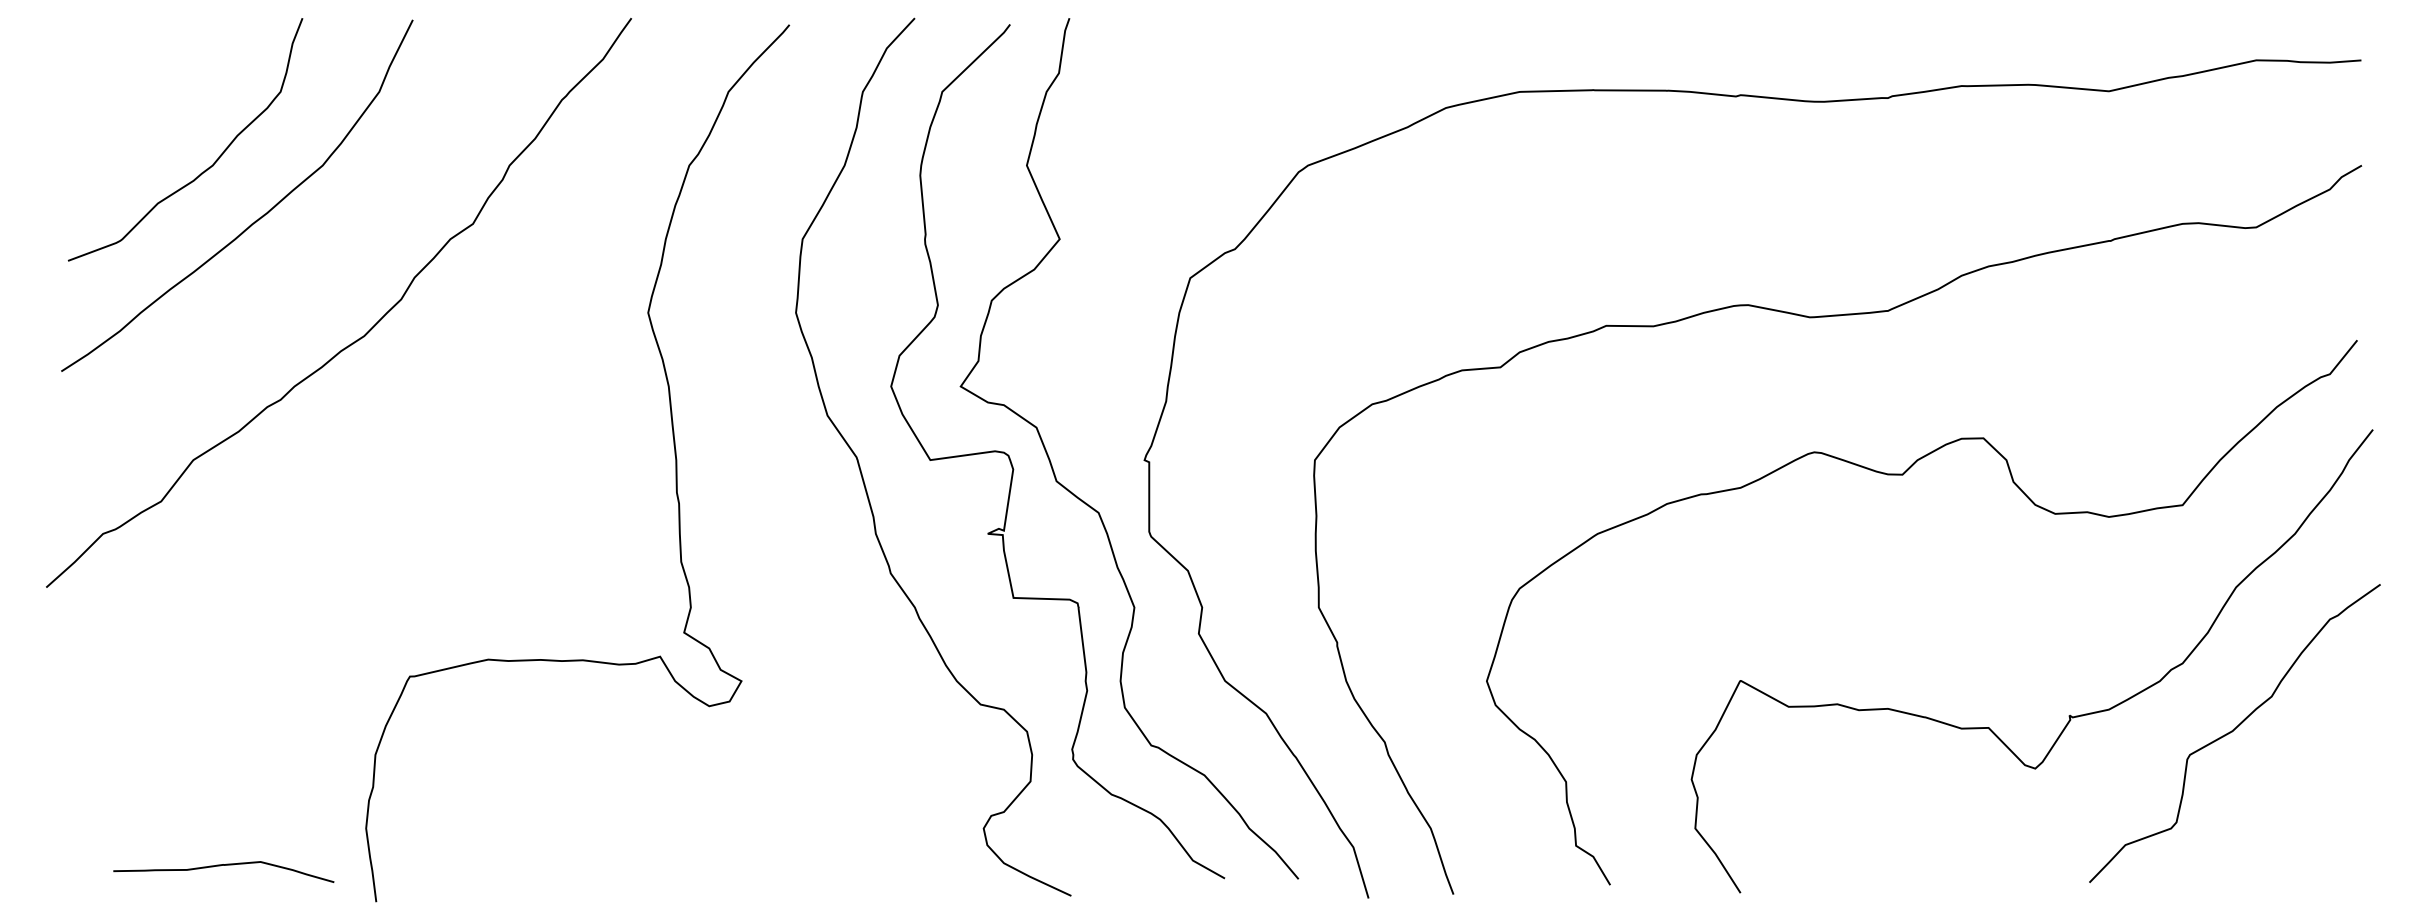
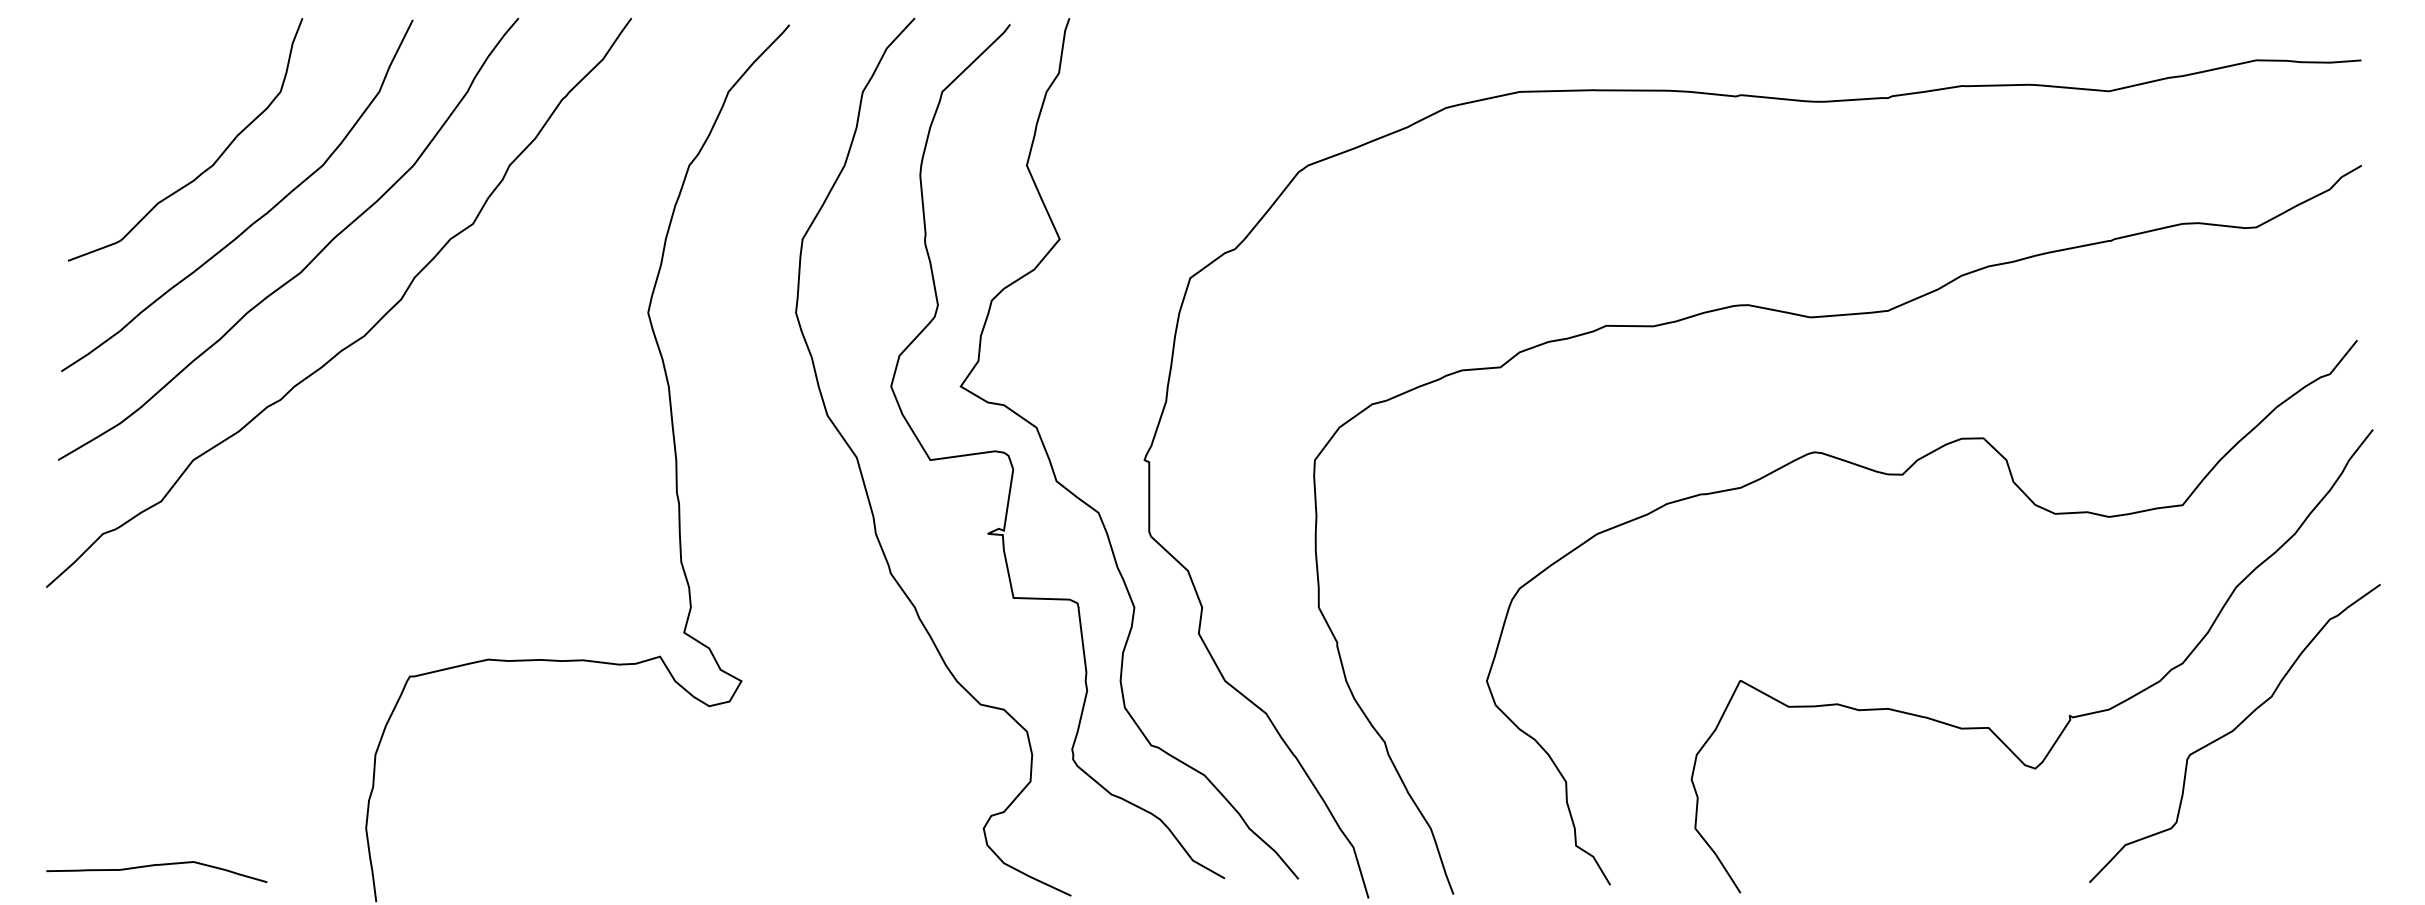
curve at (310, 261): none -> present
curve at (220, 866) position: (220, 866) -> (153, 866)
